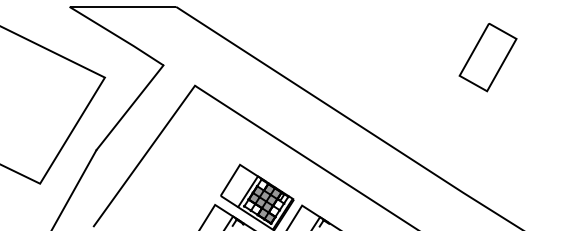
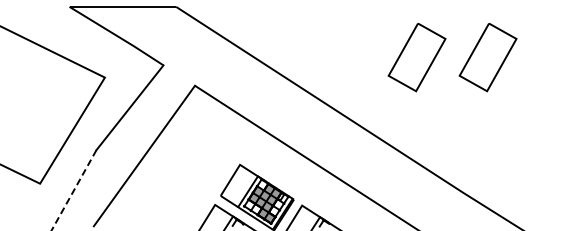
part at (416, 57): none -> present
line at (74, 190): solid -> dashed
